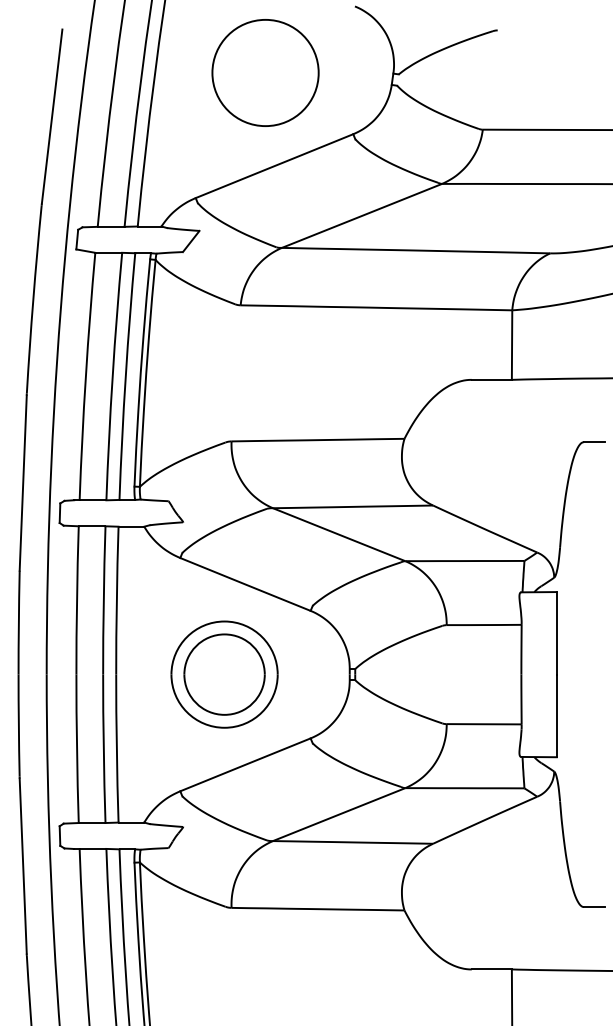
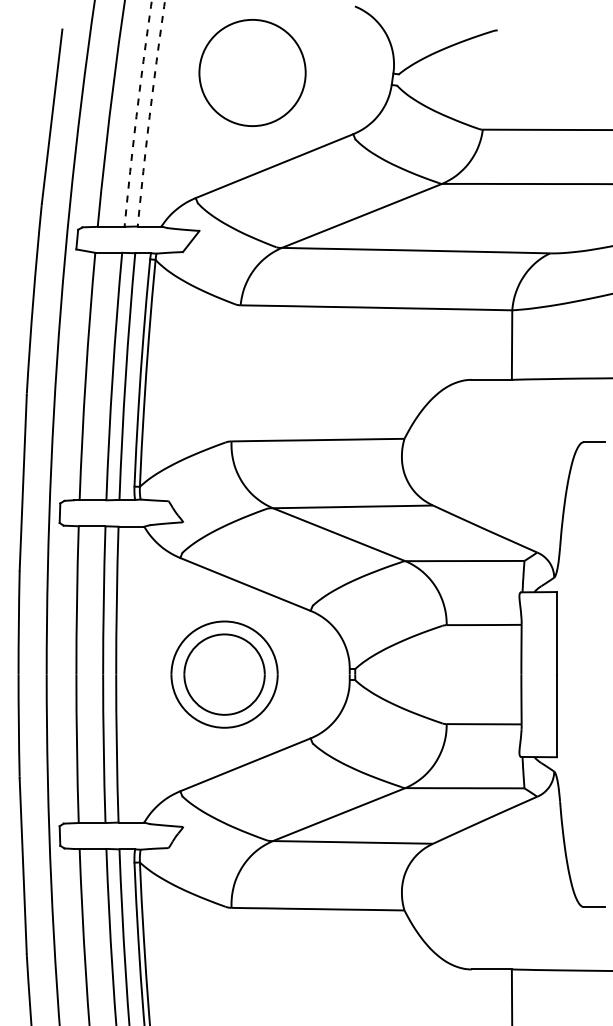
circle at (265, 72) position: (265, 72) -> (252, 72)
arc at (136, 113): solid -> dashed
arc at (150, 113): solid -> dashed
